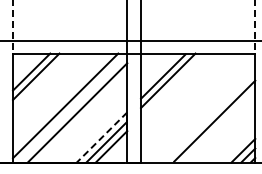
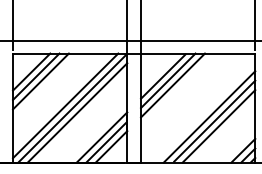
line at (13, 24): dashed -> solid
line at (255, 24): dashed -> solid
line at (40, 81): none -> present
line at (172, 85): none -> present
line at (72, 107): none -> present
line at (209, 116): none -> present
line at (218, 126): none -> present
line at (102, 137): dashed -> solid
